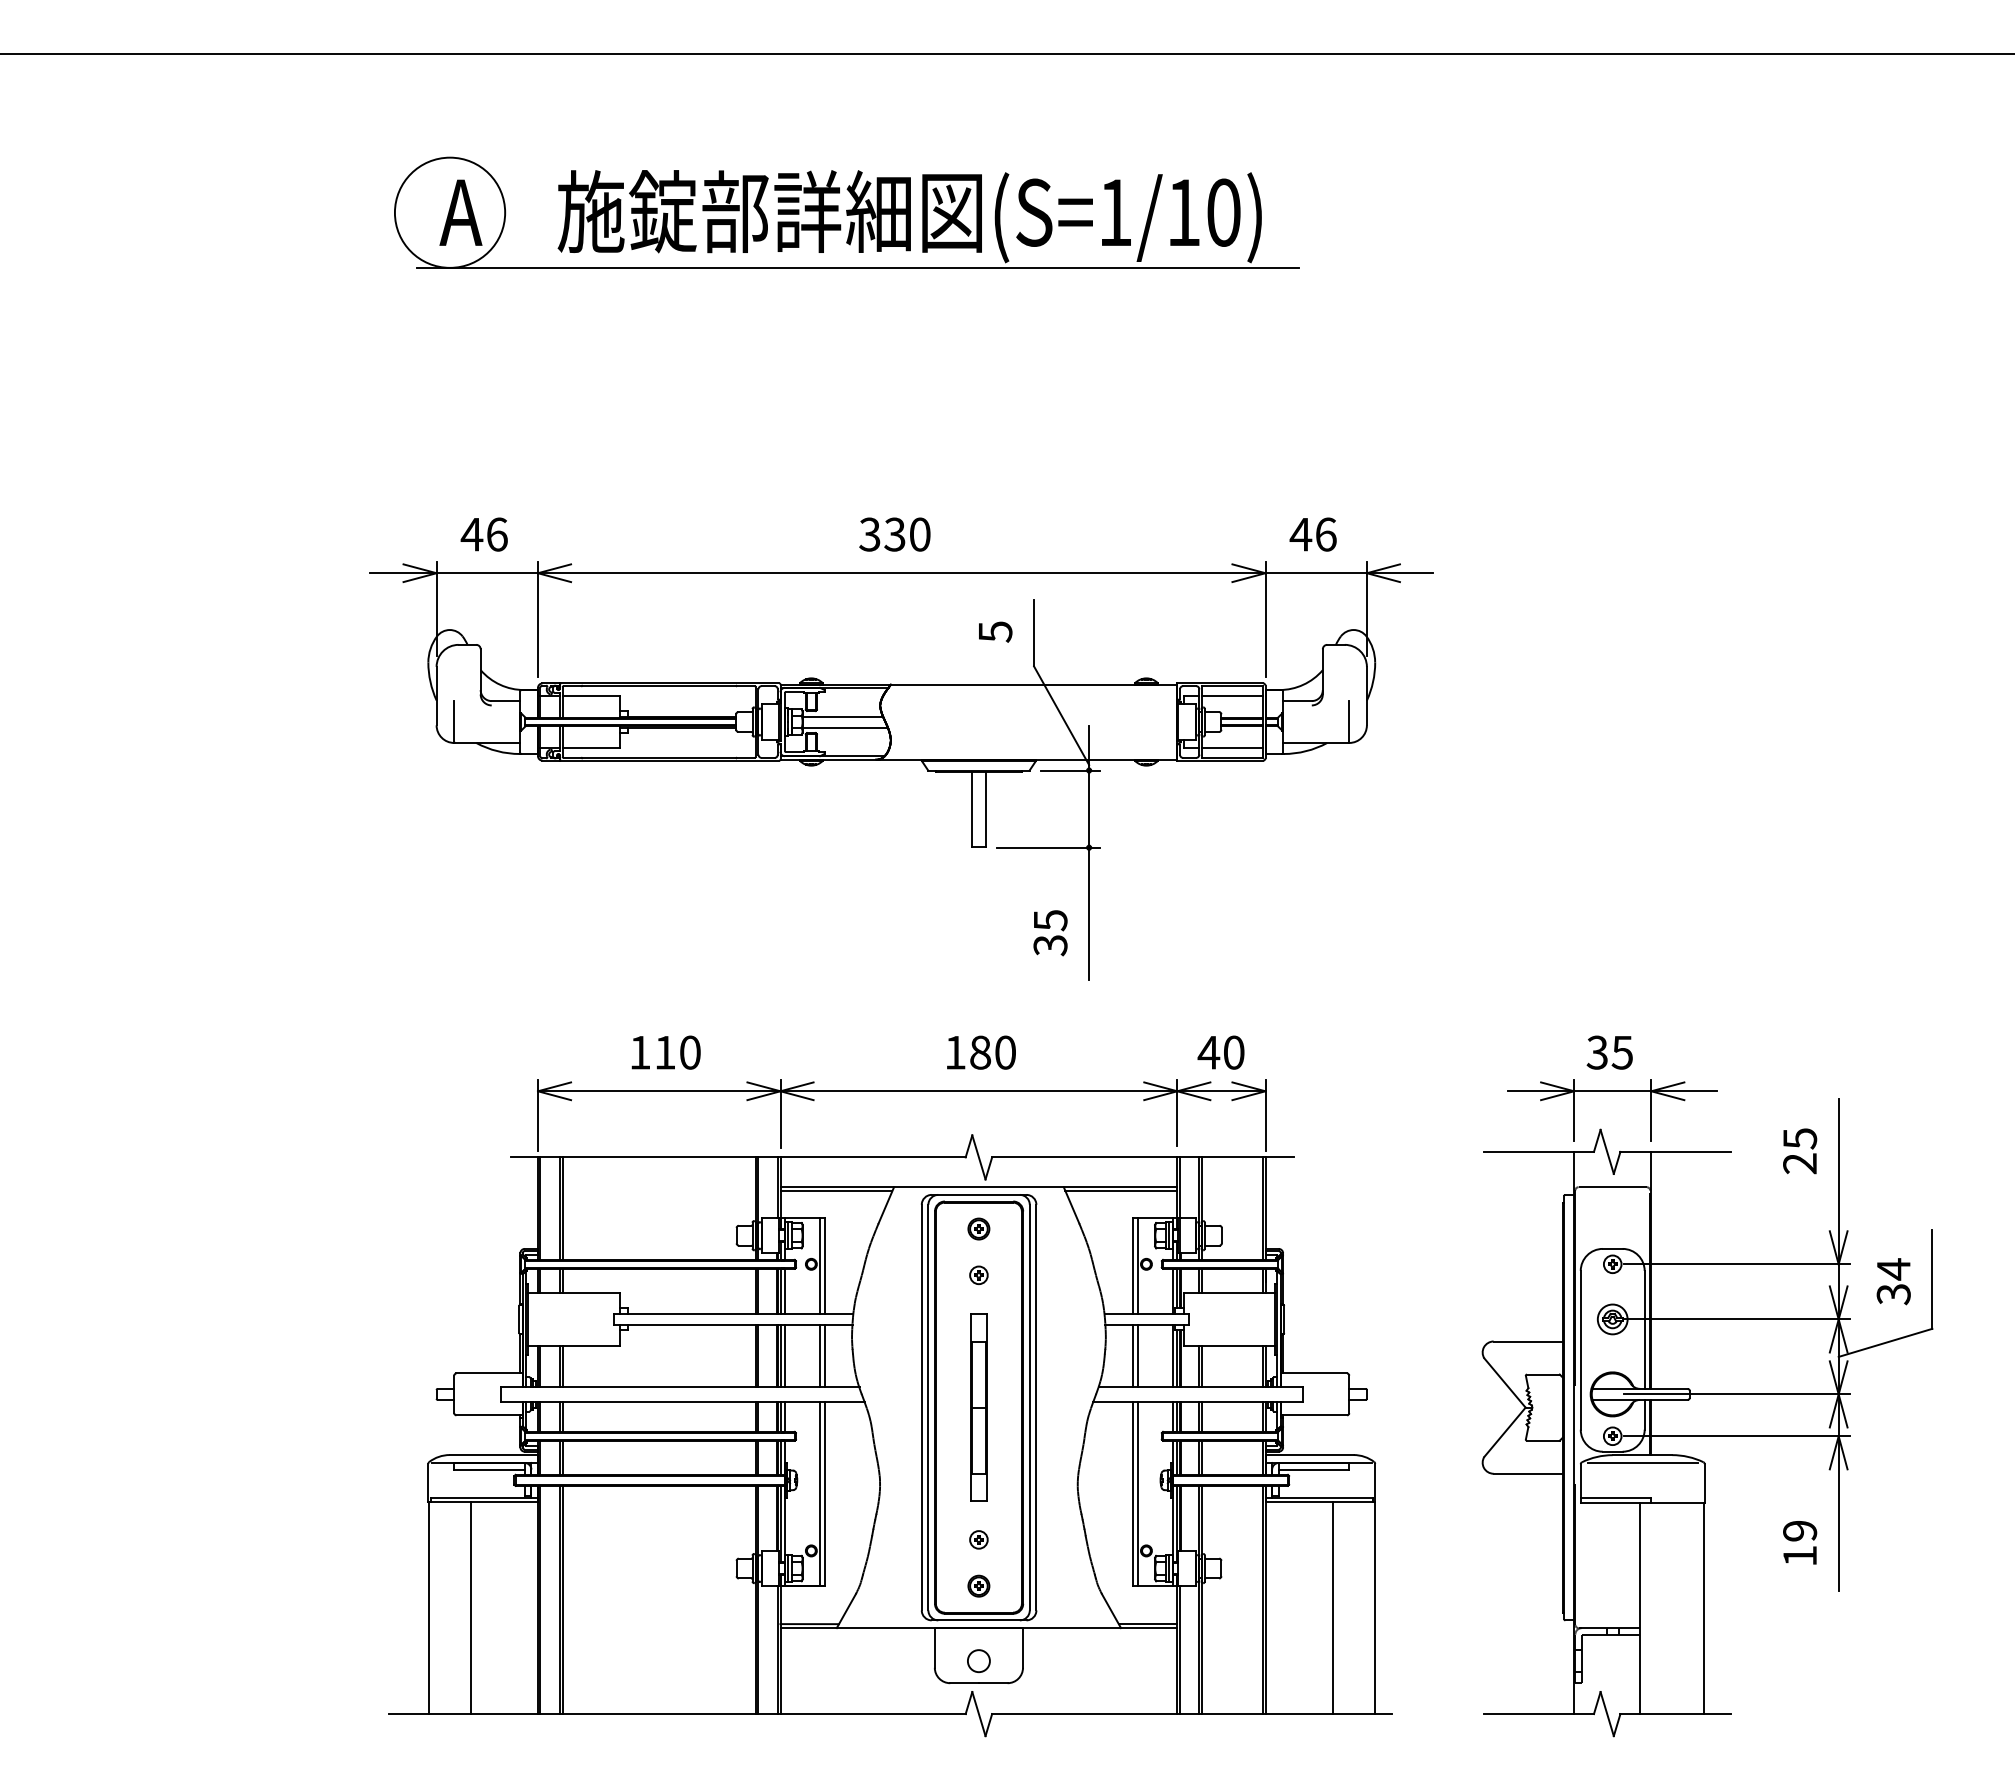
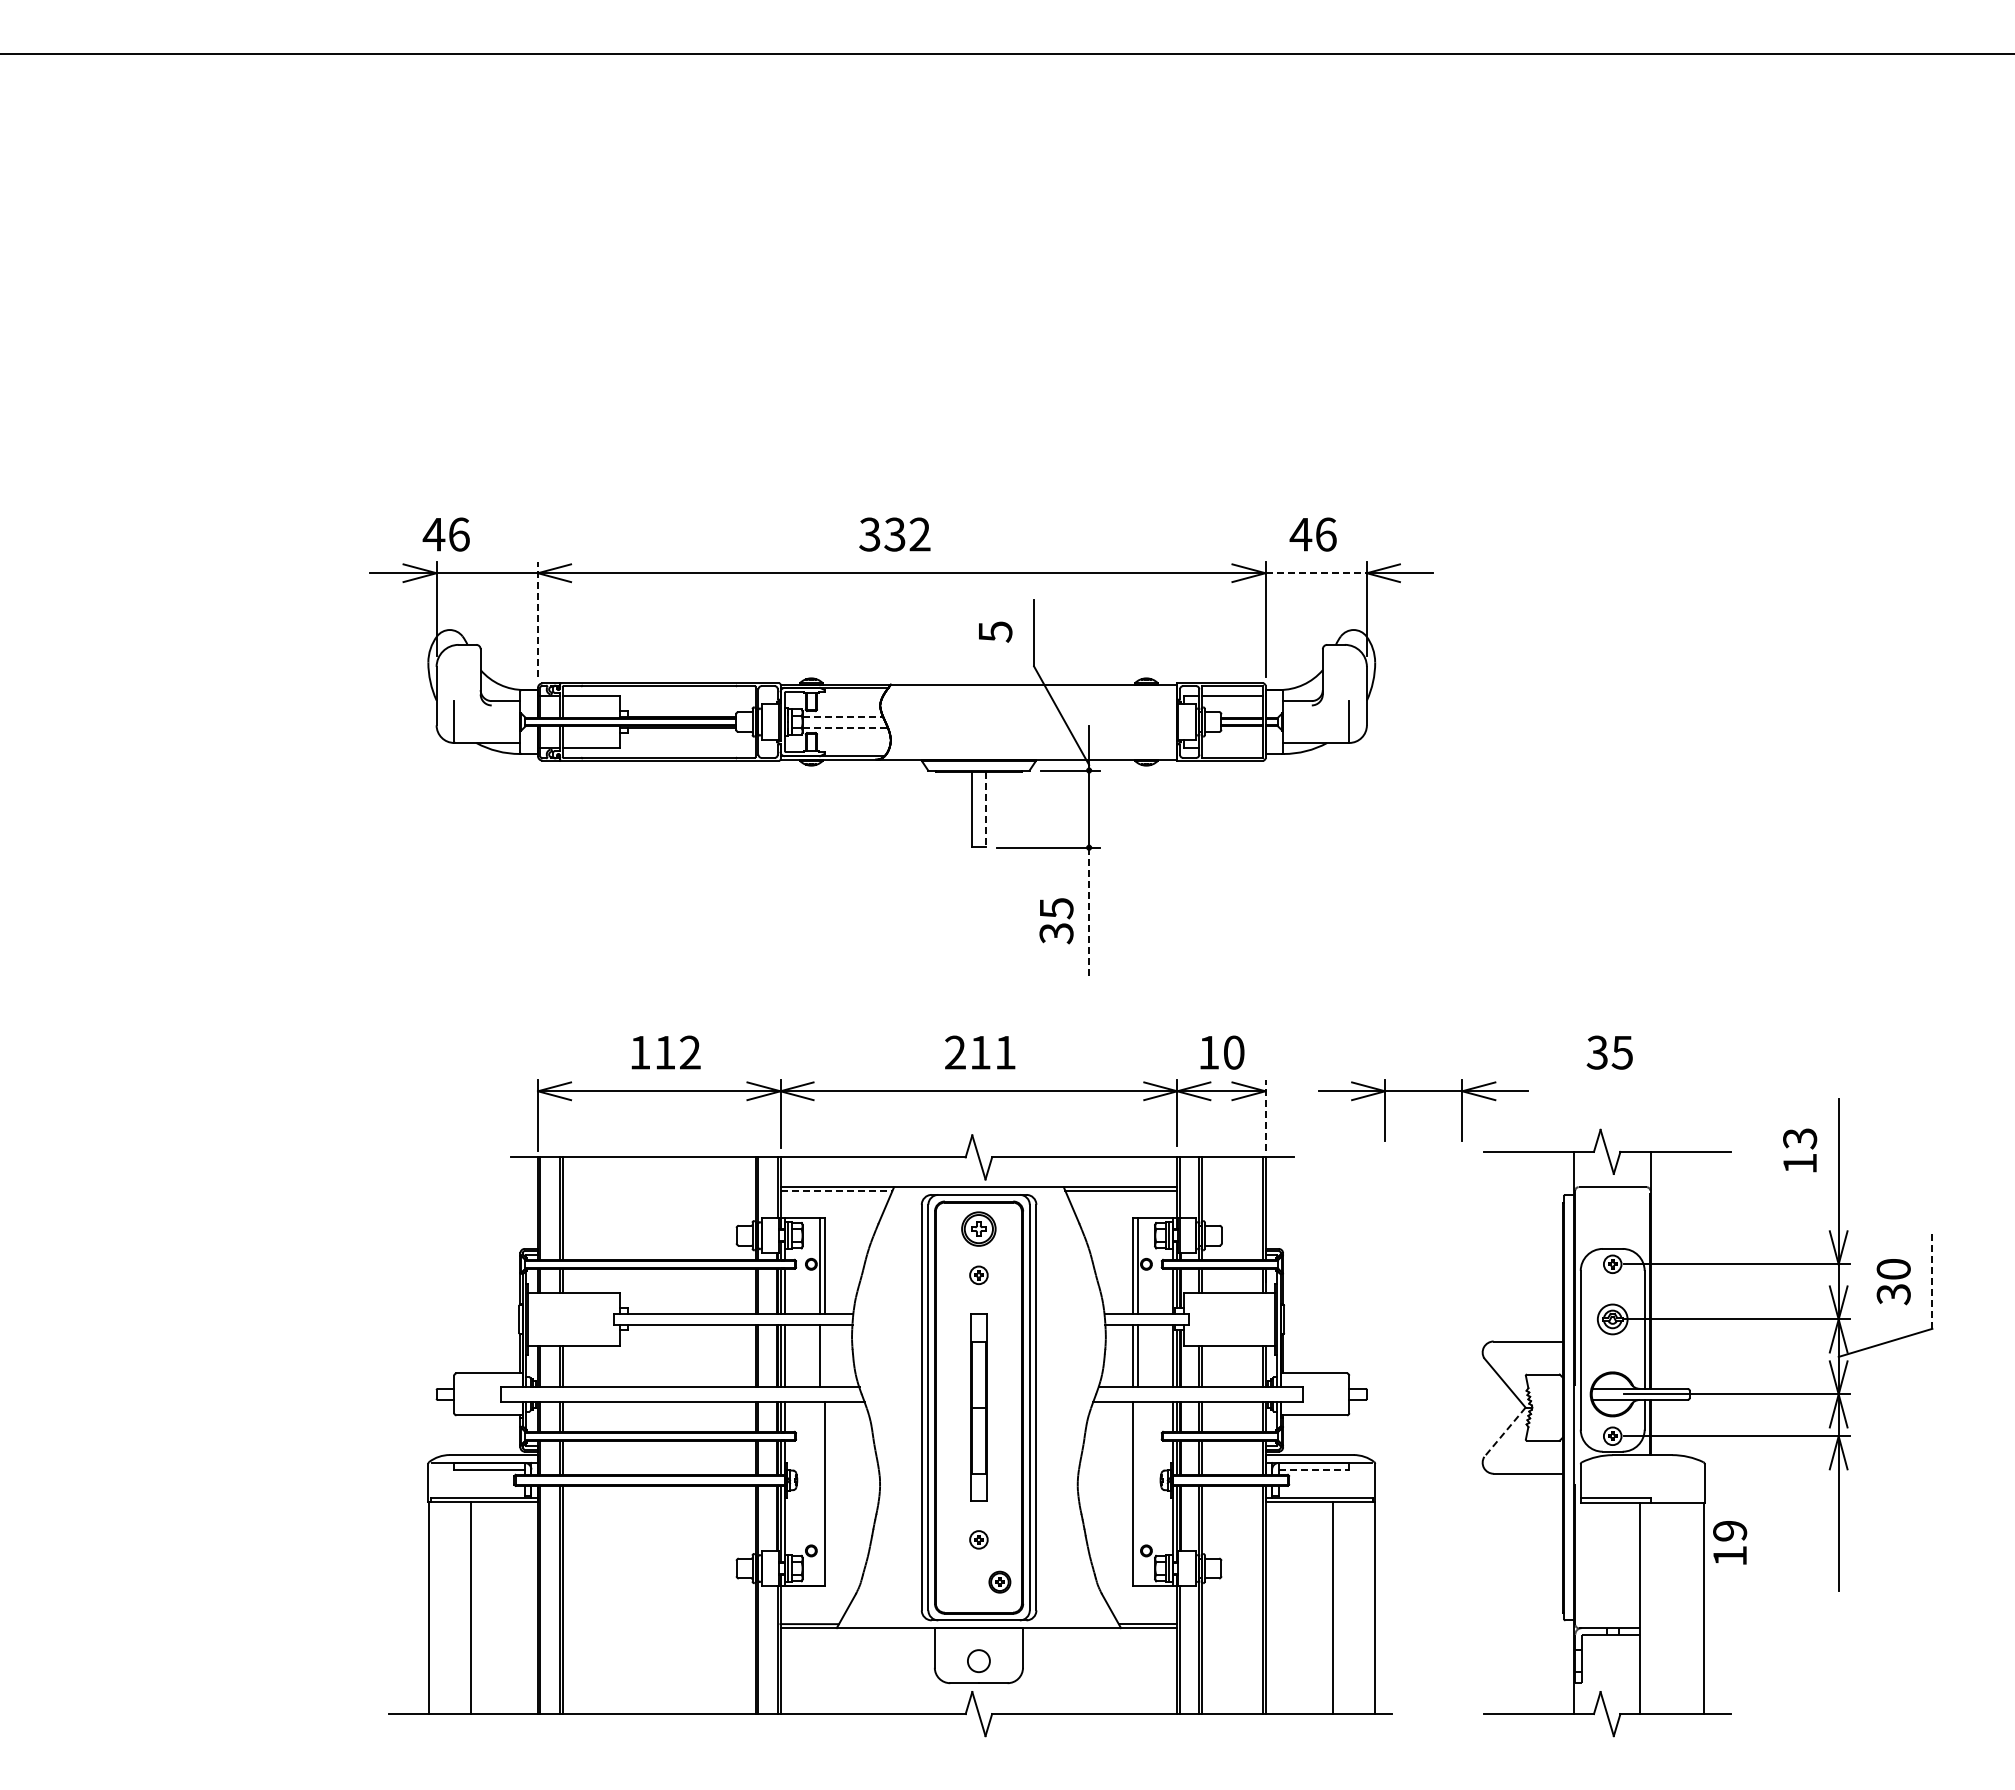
part at (846, 212): present -> none
text at (483, 534) position: (483, 534) -> (445, 534)
text at (919, 534): 330 -> 332
line at (1316, 573): solid -> dashed
line at (538, 619): solid -> dashed
line at (843, 716): solid -> dashed
line at (845, 727): solid -> dashed
line at (1232, 748): present -> none
line at (985, 809): solid -> dashed
line at (1089, 914): solid -> dashed
text at (1050, 933) position: (1050, 933) -> (1056, 921)
text at (690, 1052): 110 -> 112
text at (980, 1052): 180 -> 211
text at (1208, 1052): 40 -> 10
part at (1612, 1091) position: (1612, 1091) -> (1423, 1091)
line at (1265, 1115): solid -> dashed
text at (1799, 1151): 25 -> 13
line at (836, 1191): solid -> dashed
part at (978, 1228) size: 24x24 px -> 36x36 px
text at (1893, 1269): 34 -> 30
line at (1932, 1279): solid -> dashed
line at (824, 1355): present -> none
line at (1504, 1432): solid -> dashed
line at (1642, 1462): present -> none
line at (1314, 1469): solid -> dashed
line at (820, 1494): present -> none
line at (1137, 1494): present -> none
text at (1800, 1542) position: (1800, 1542) -> (1730, 1542)
part at (978, 1585) position: (978, 1585) -> (999, 1581)
